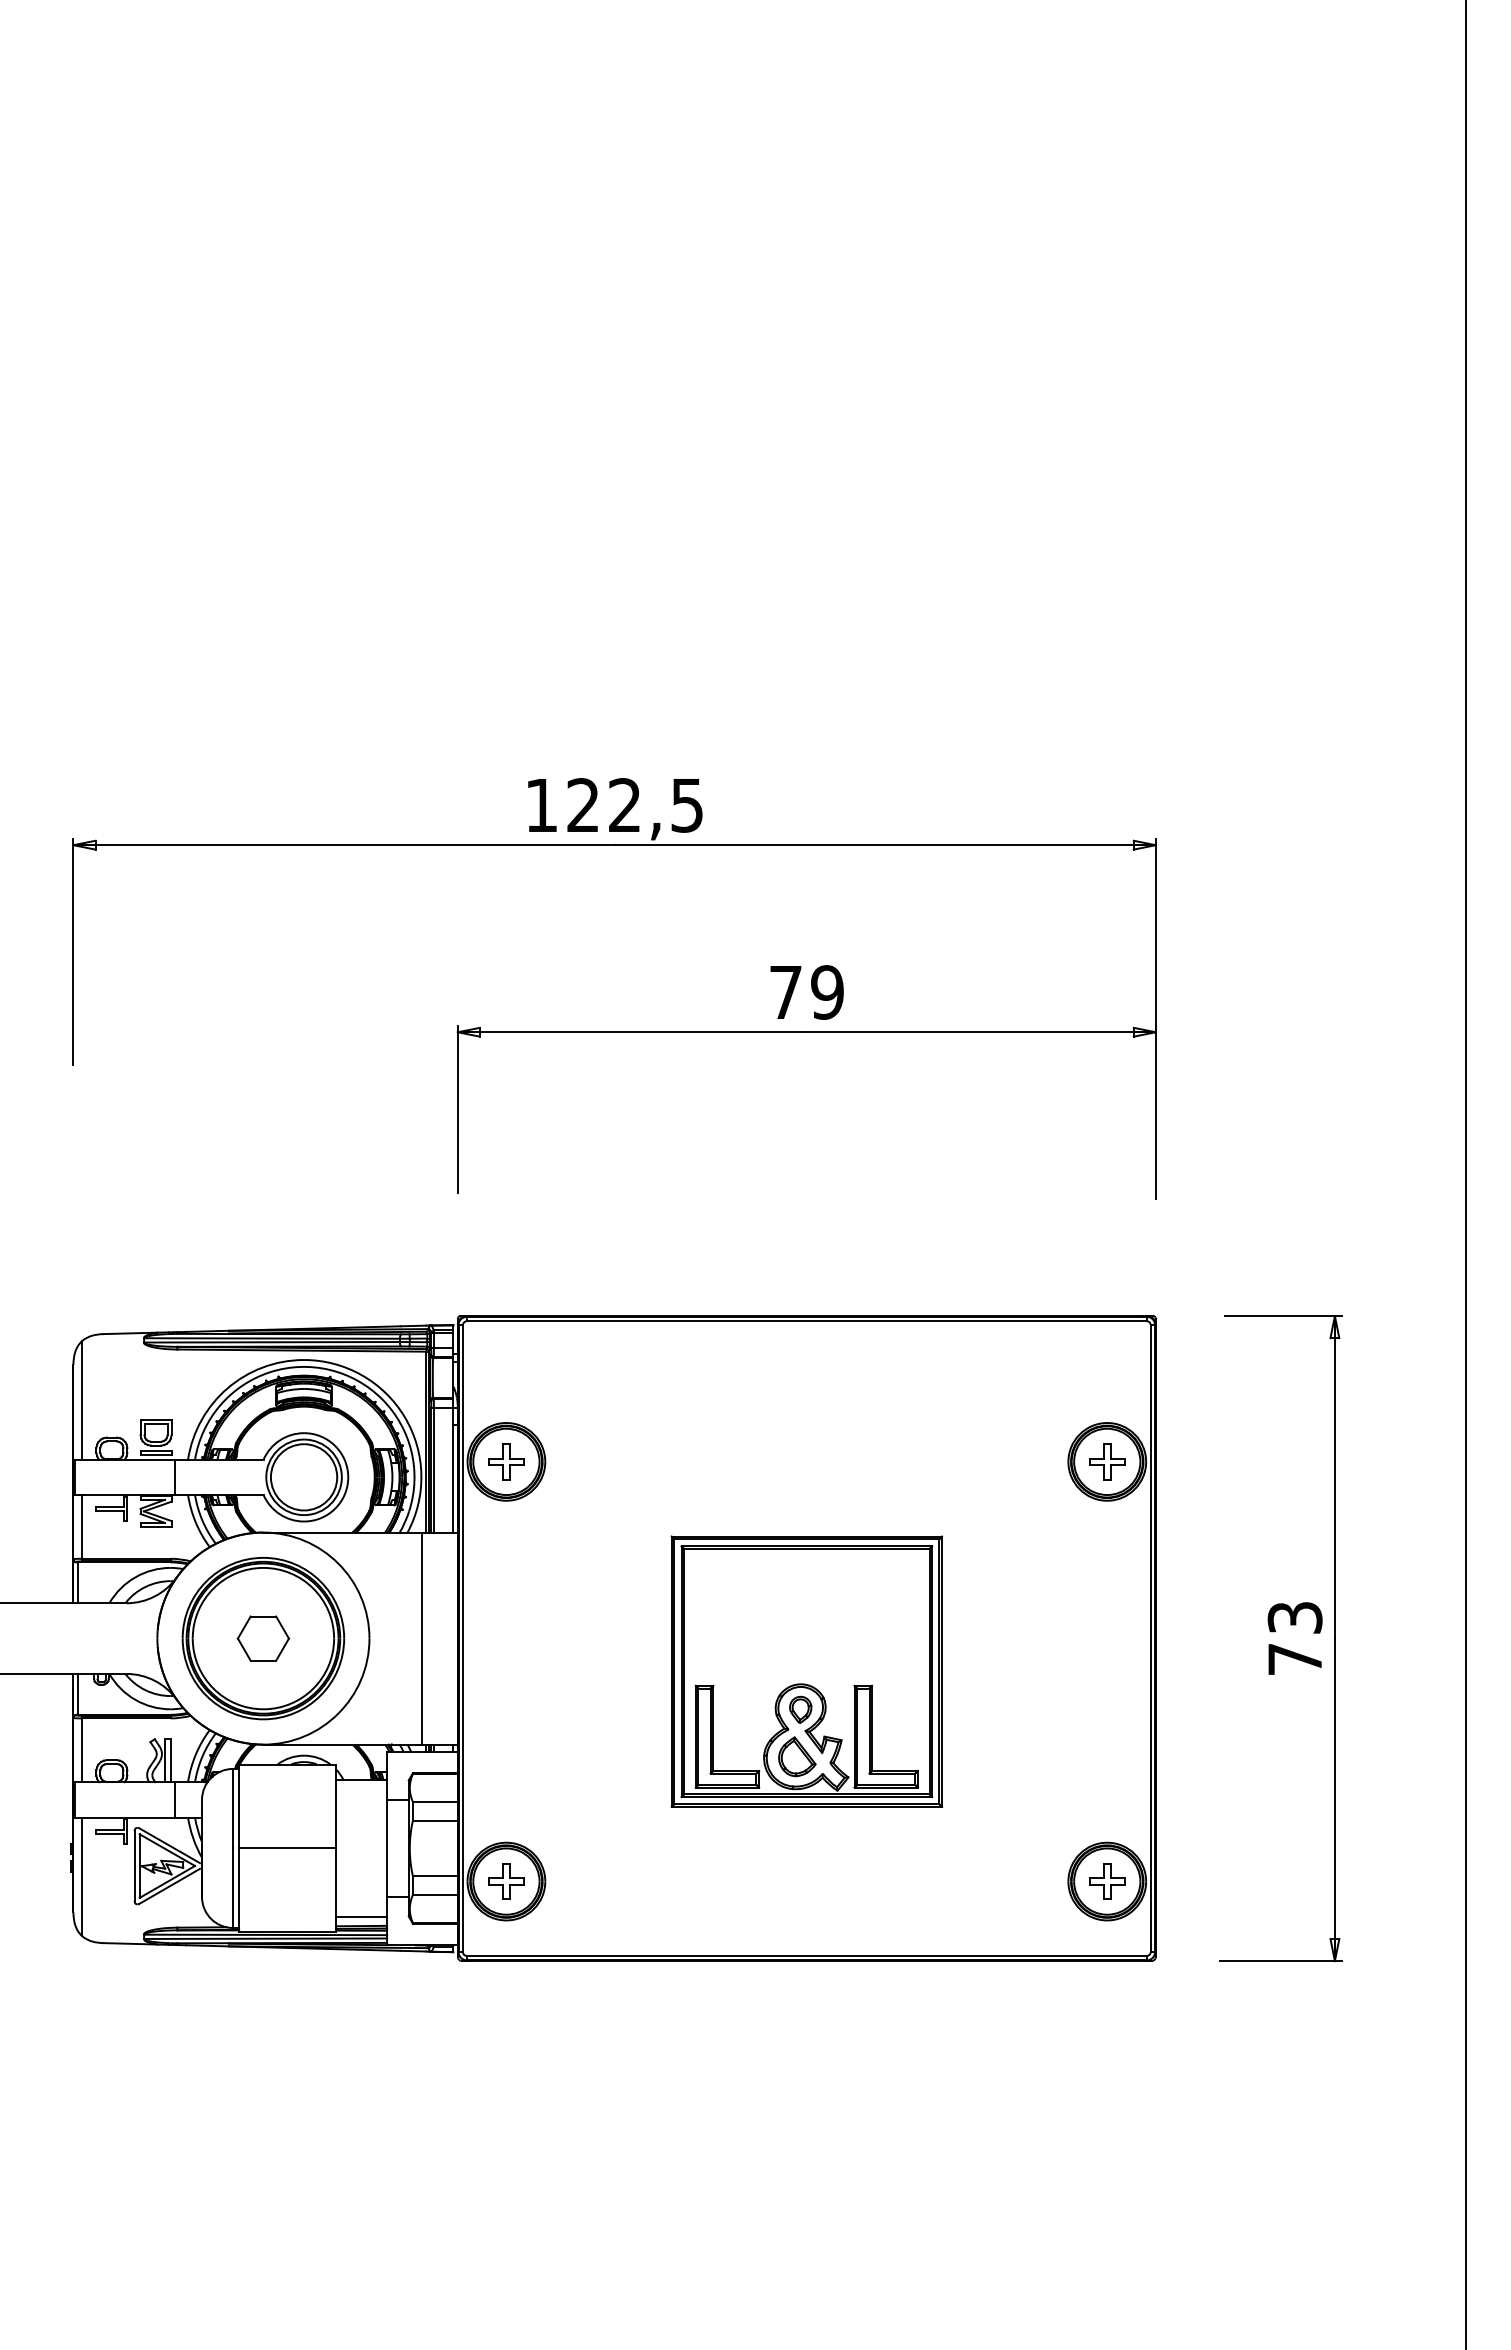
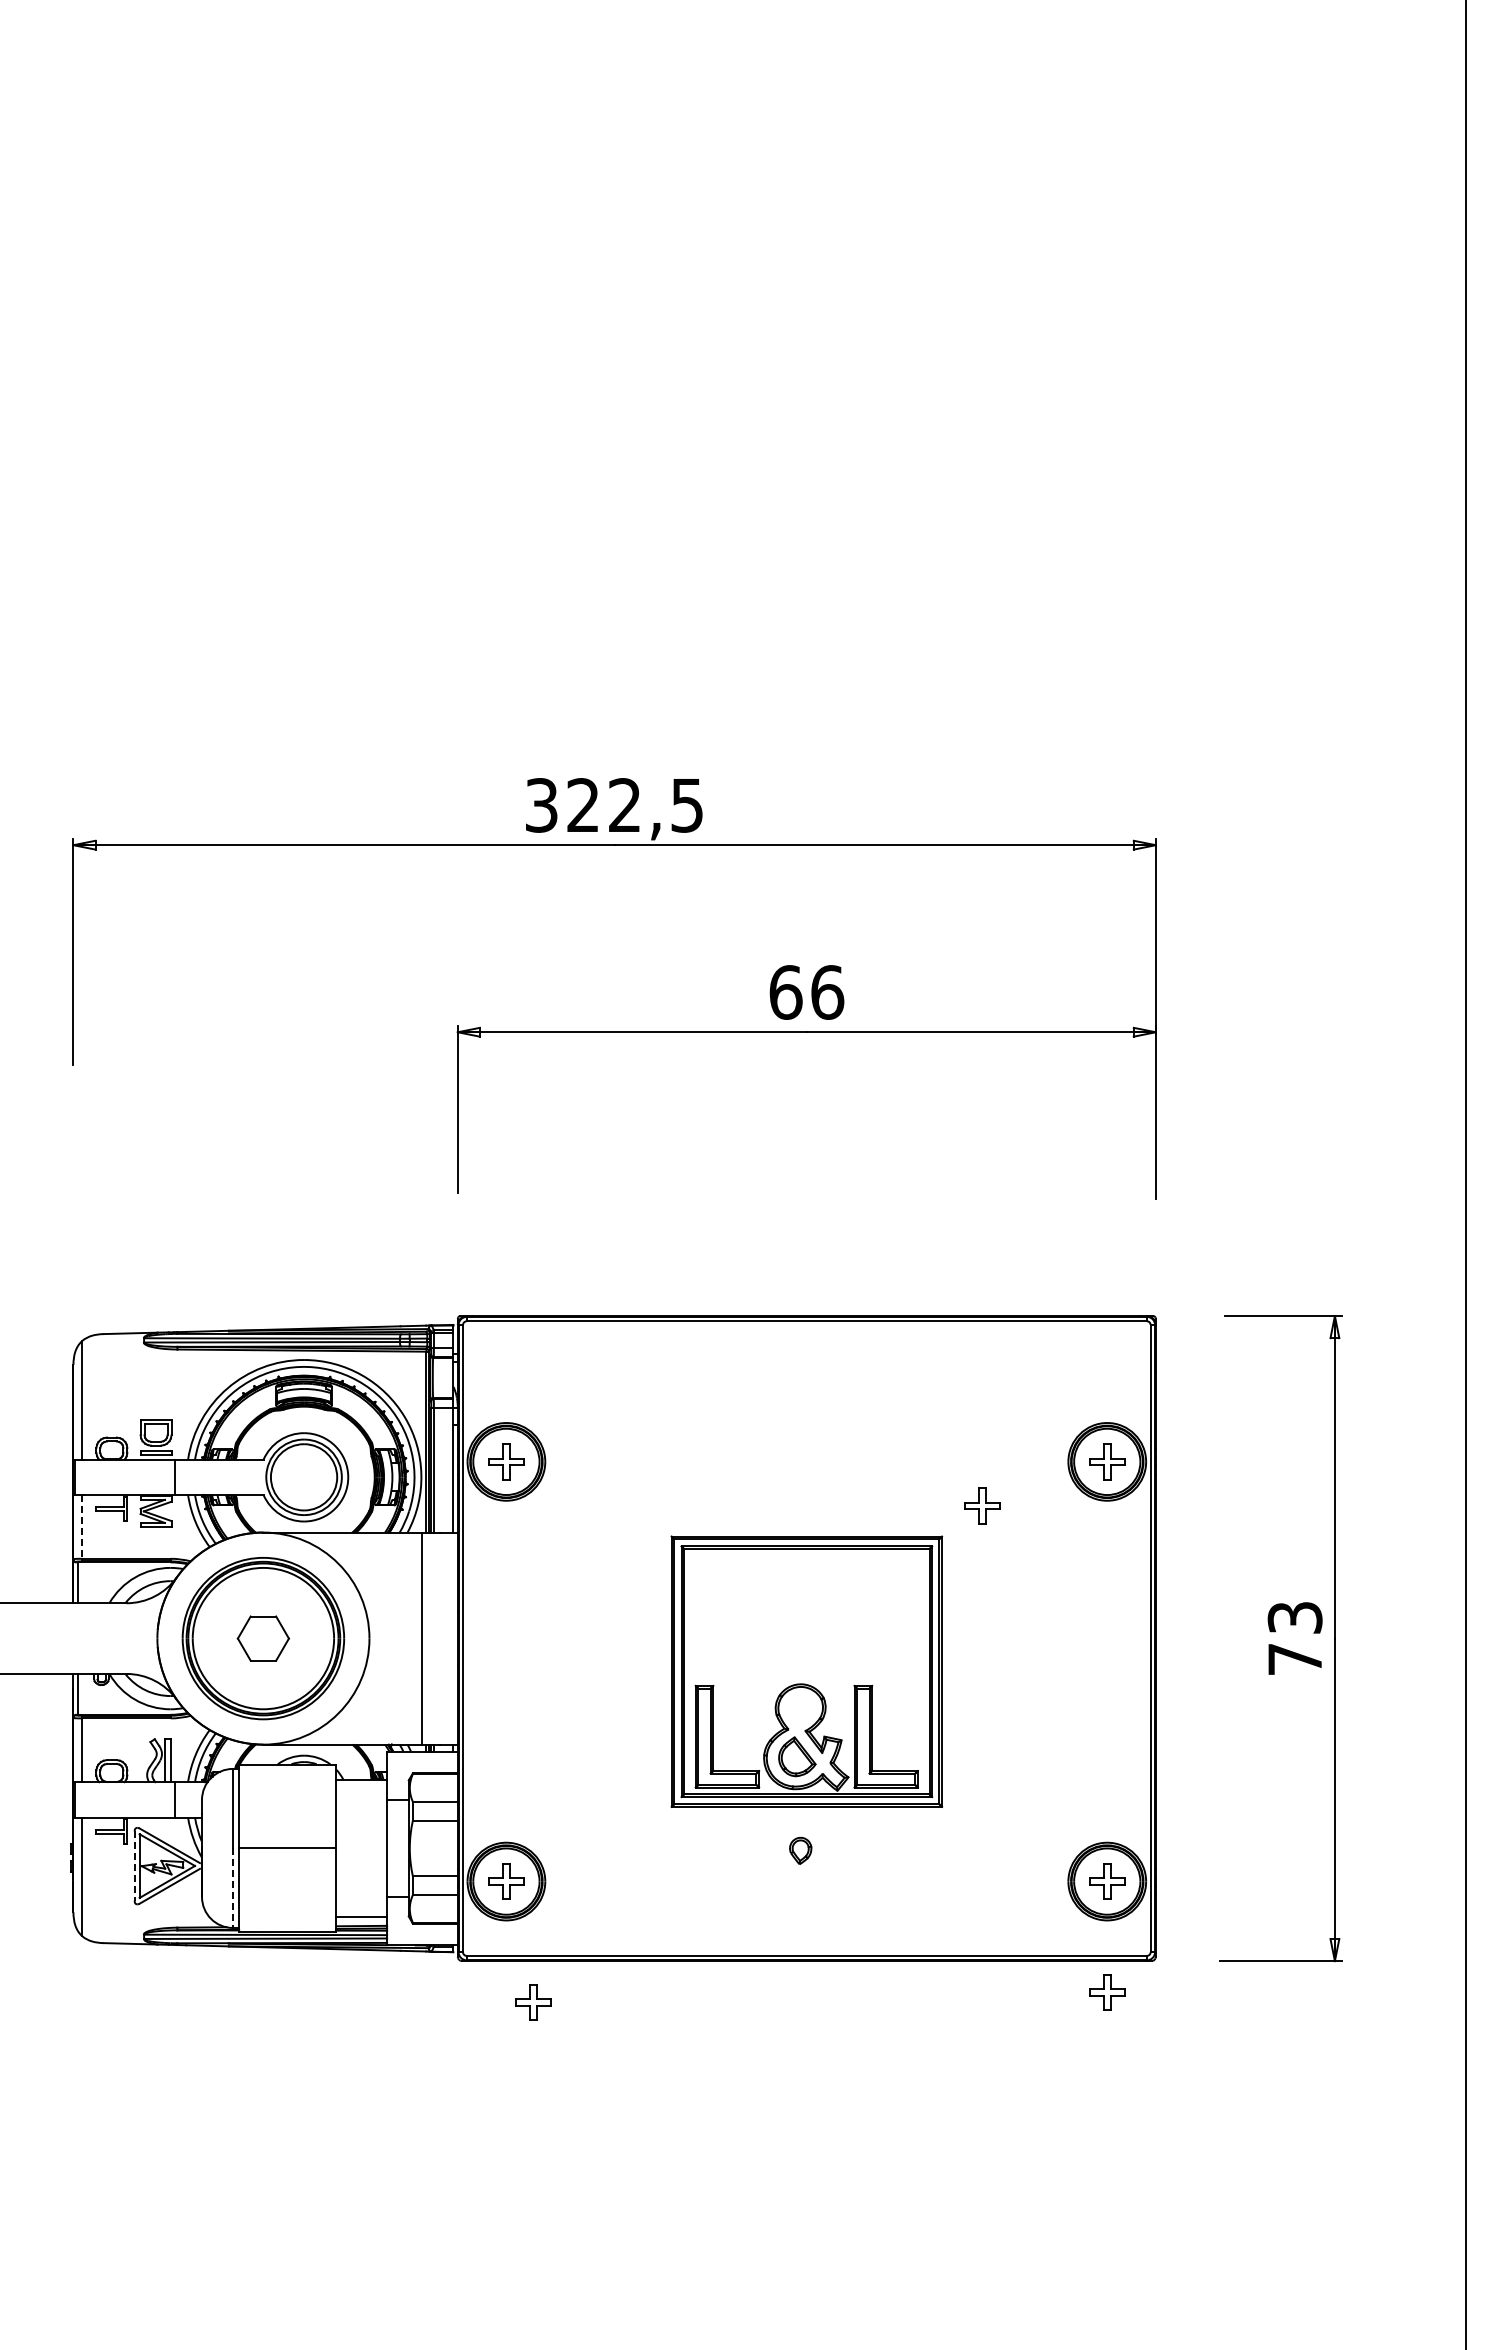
text at (541, 805): 122,5 -> 322,5
text at (806, 992): 79 -> 66
part at (982, 1505): none -> present
line at (82, 1526): solid -> dashed
part at (800, 1709) position: (800, 1709) -> (800, 1850)
line at (134, 1866): solid -> dashed
line at (232, 1888): solid -> dashed
part at (1107, 1992): none -> present
part at (533, 2002): none -> present
